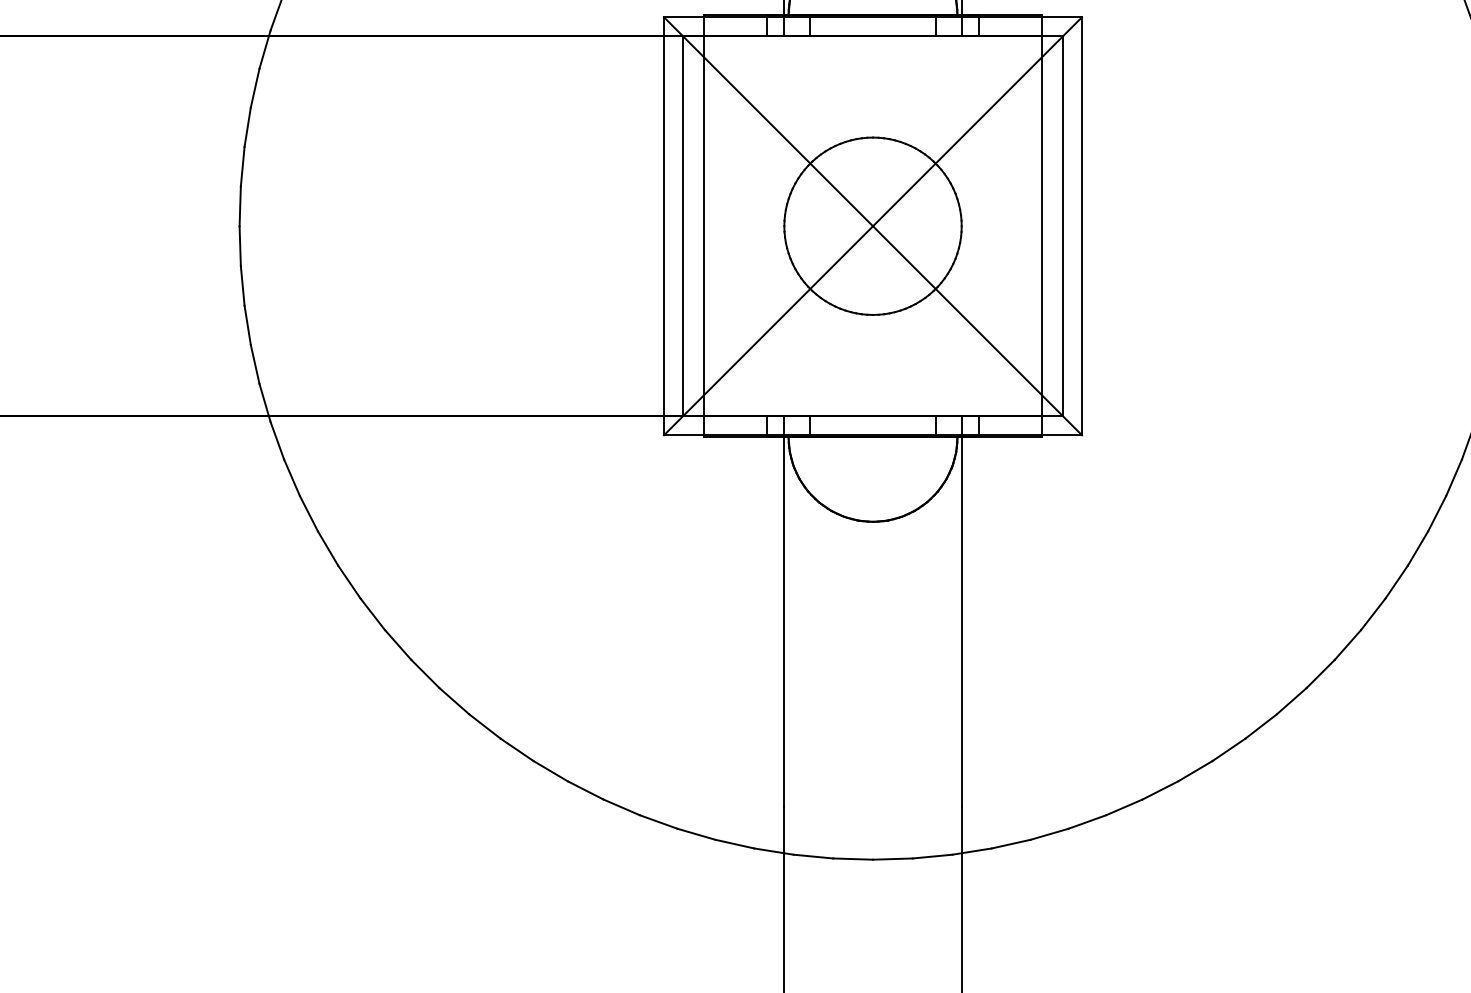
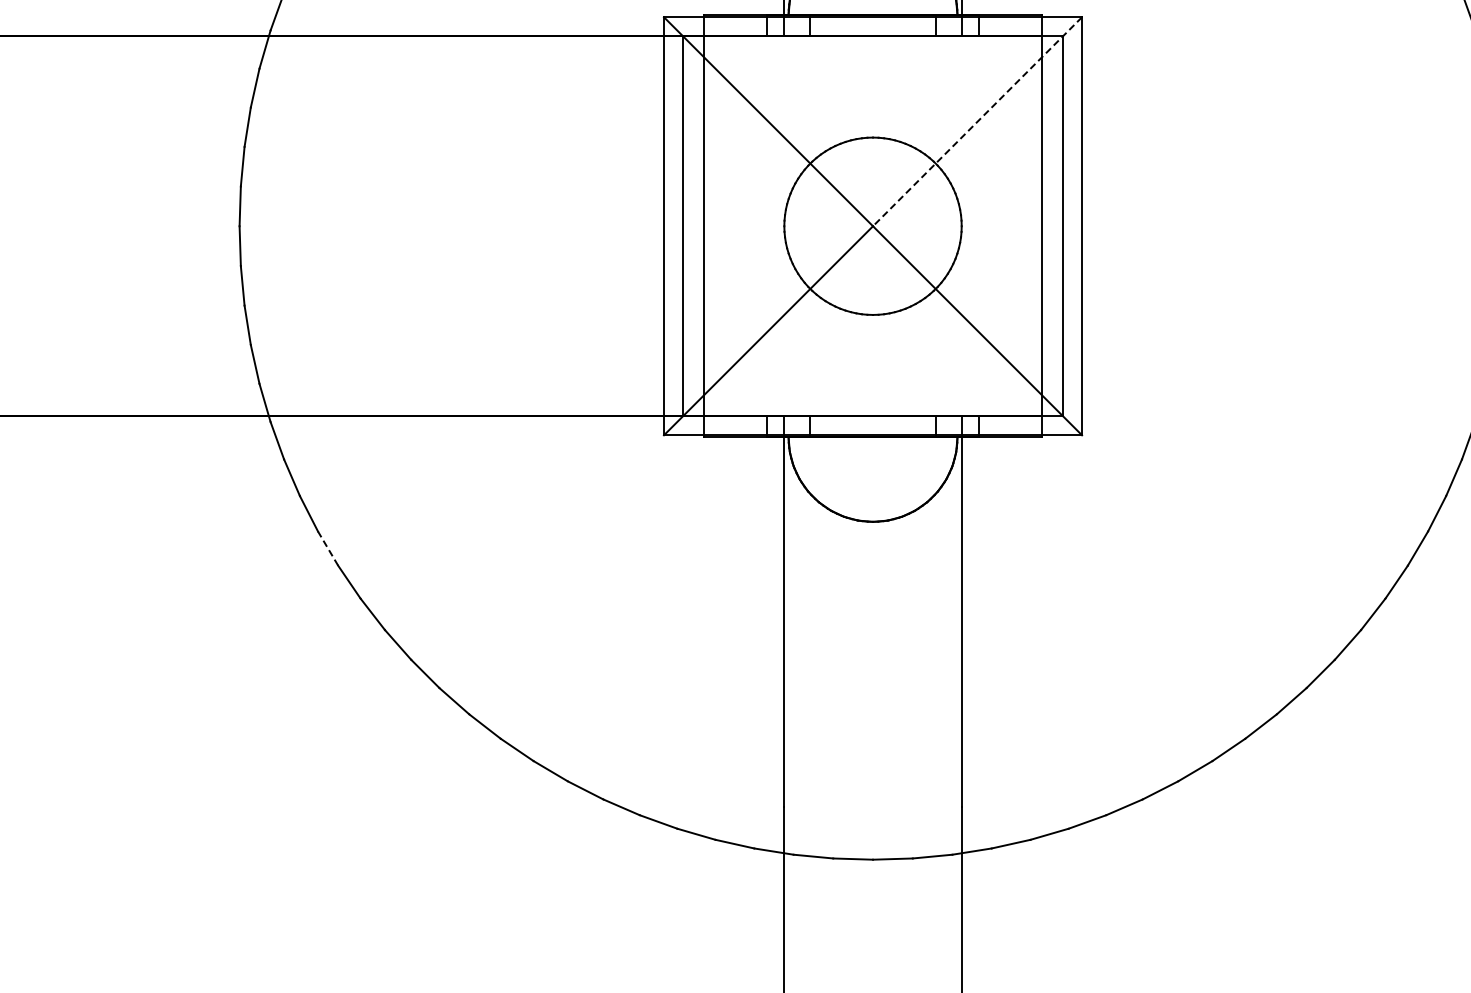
line at (977, 121): solid -> dashed
line at (328, 548): solid -> dashed
